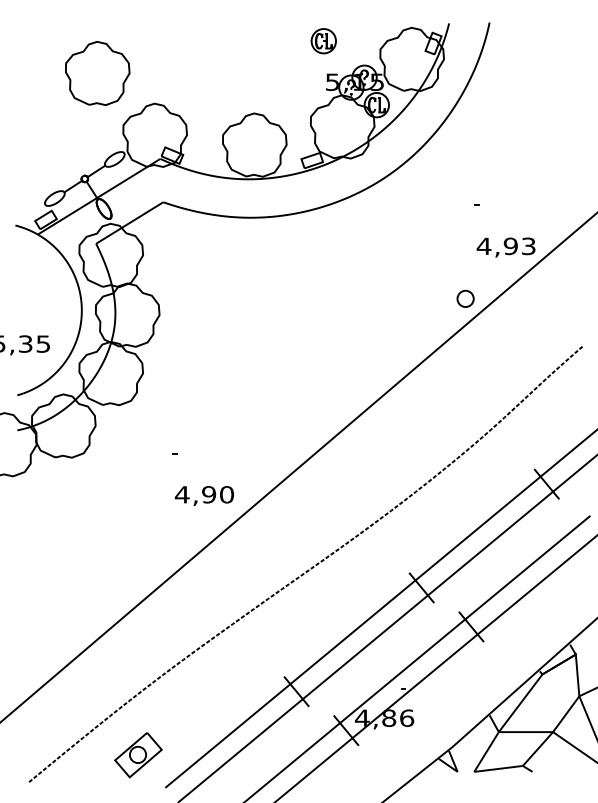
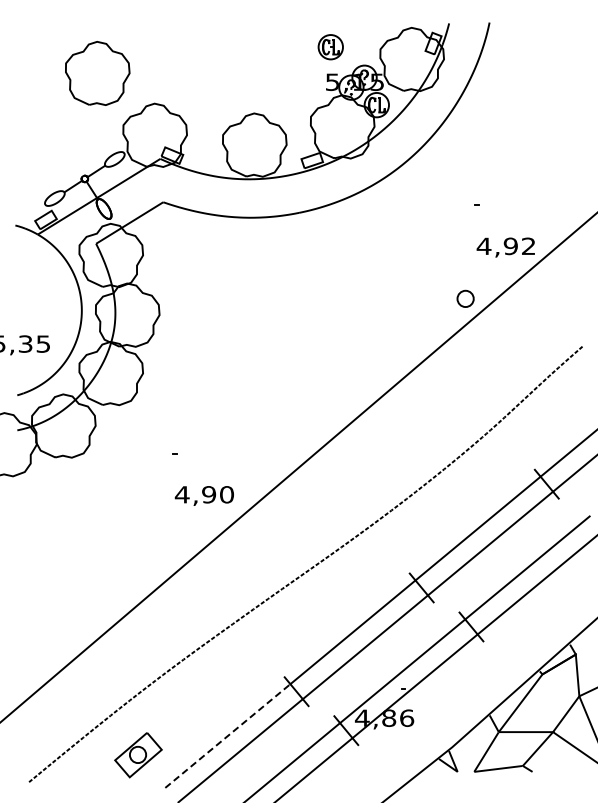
part at (323, 41) position: (323, 41) -> (330, 47)
text at (528, 246): 4,93 -> 4,92
line at (228, 735): solid -> dashed
